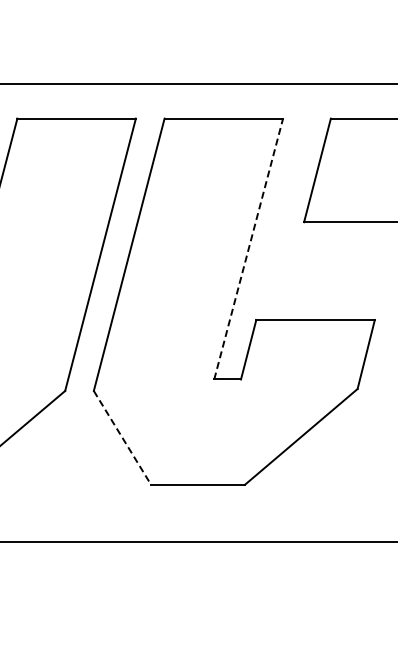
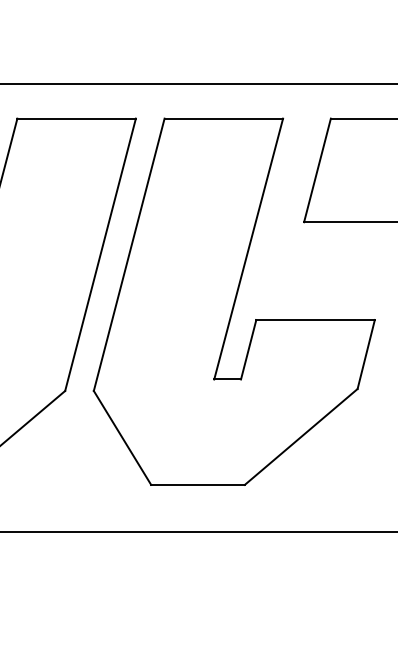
line at (248, 249): dashed -> solid
line at (122, 438): dashed -> solid
line at (198, 542) position: (198, 542) -> (198, 532)
